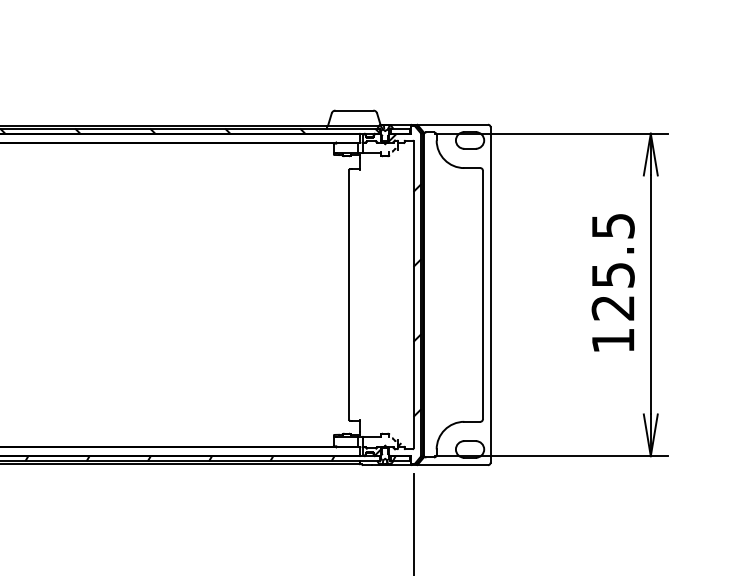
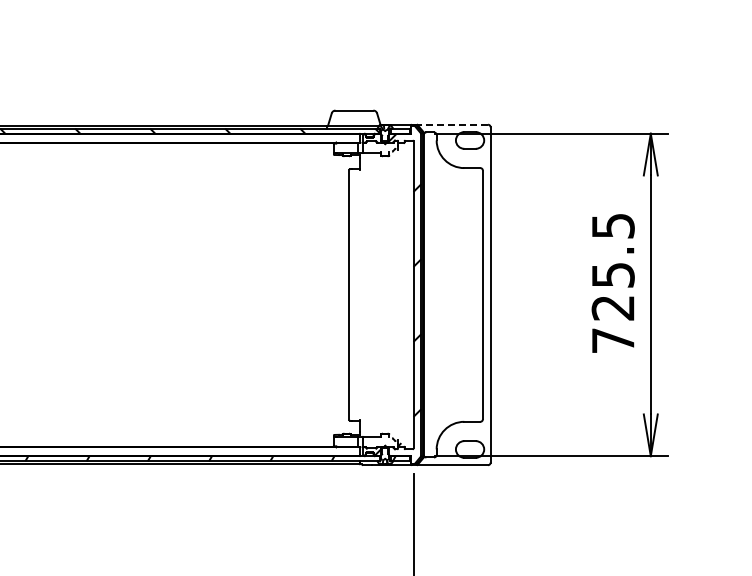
line at (452, 124): solid -> dashed
text at (613, 340): 125.5 -> 725.5
